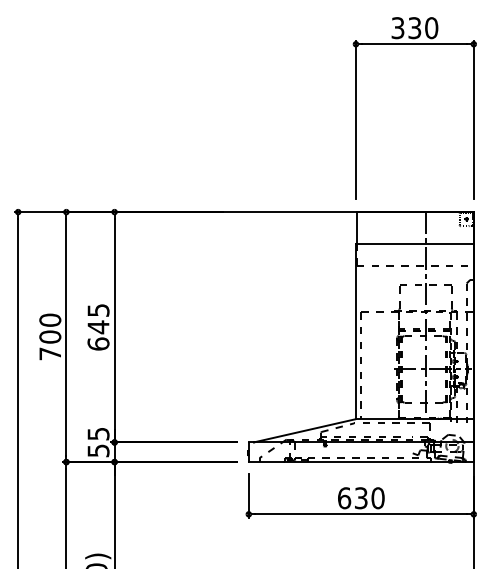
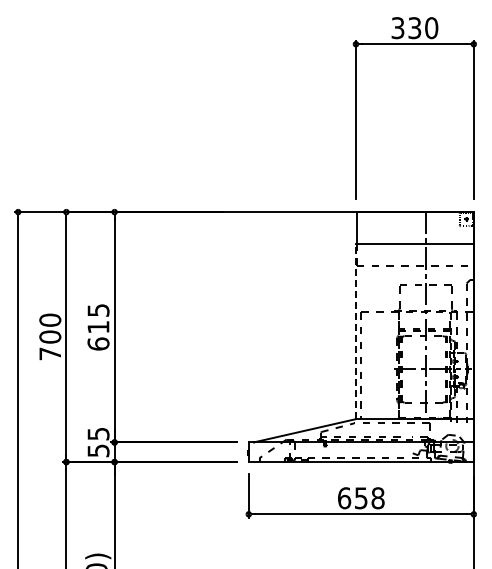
text at (98, 327): 645 -> 615
line at (355, 331): solid -> dashed
text at (369, 497): 630 -> 658
